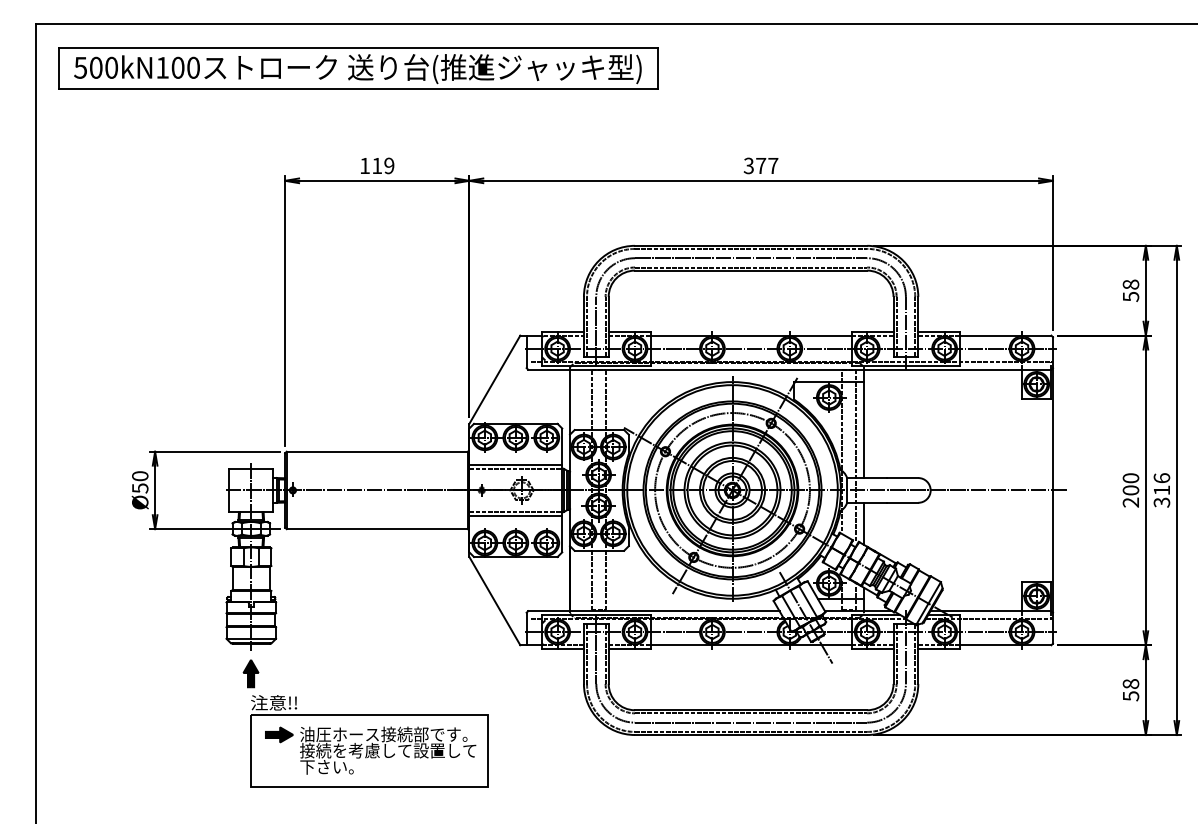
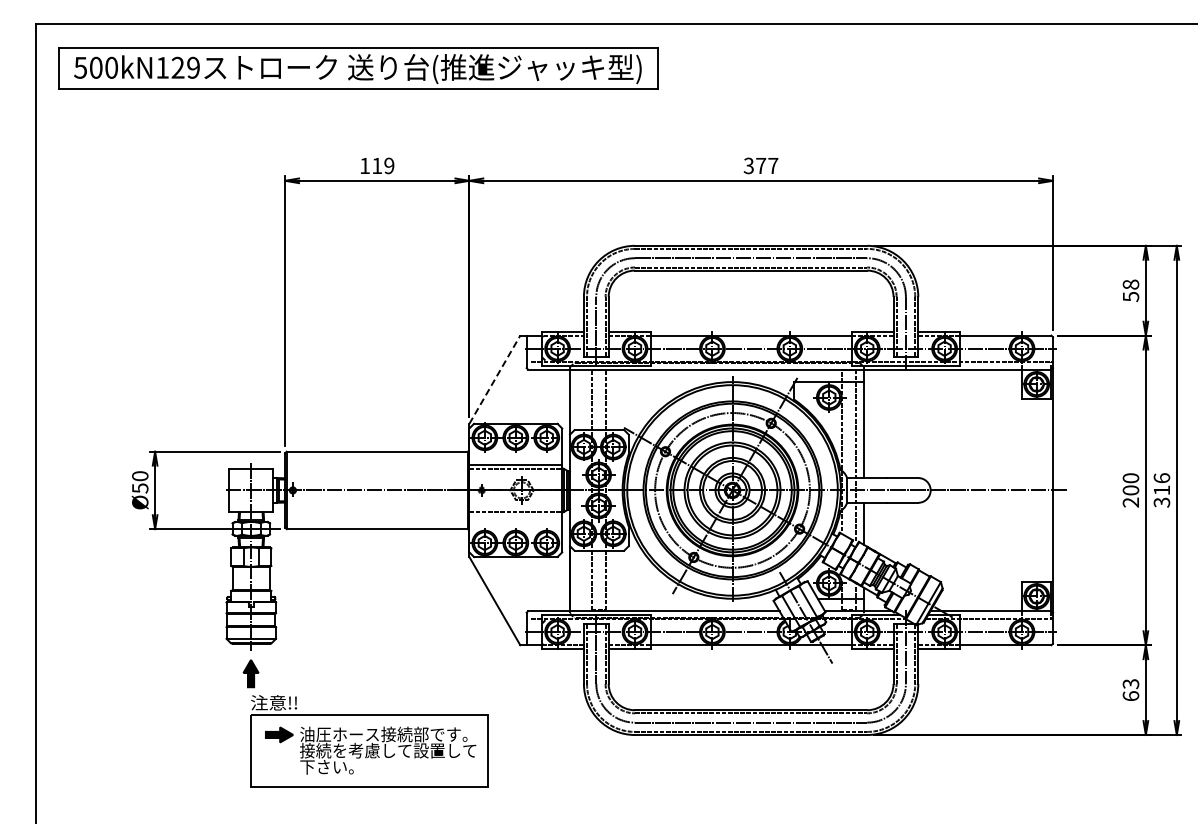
text at (185, 67): 500kN100 -> 500kN129
line at (494, 379): solid -> dashed
line at (515, 515): present -> none
text at (1130, 690): 58 -> 63
